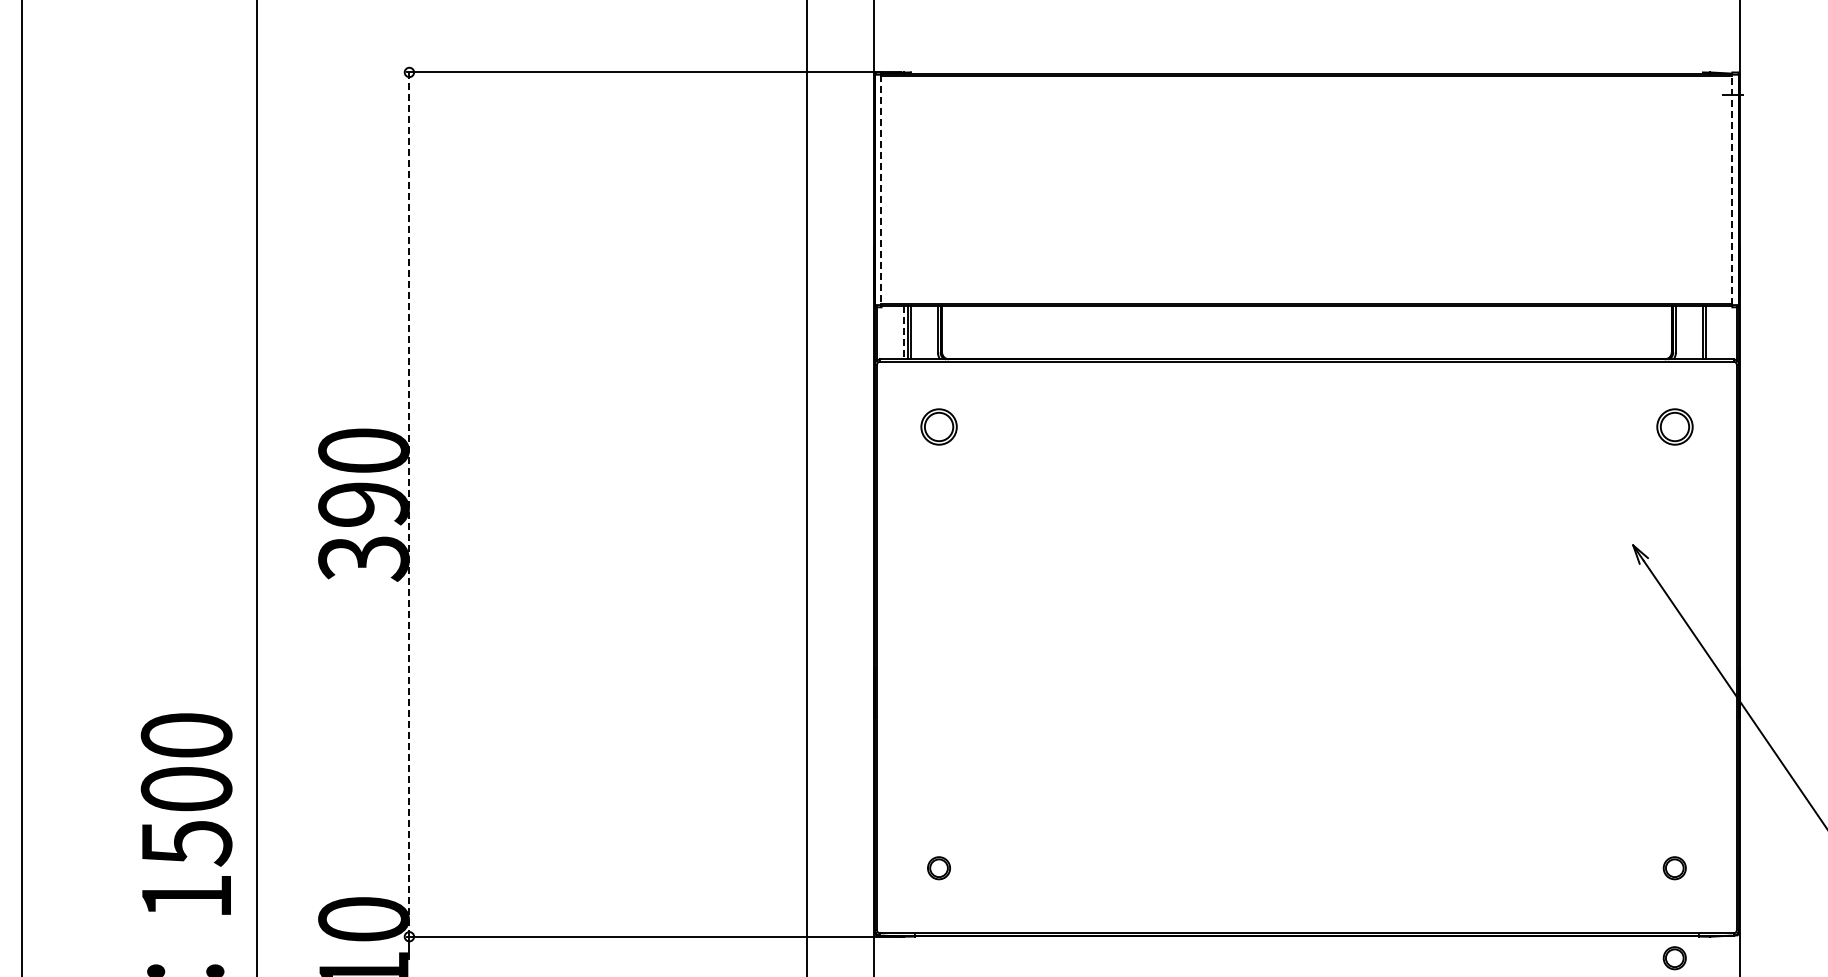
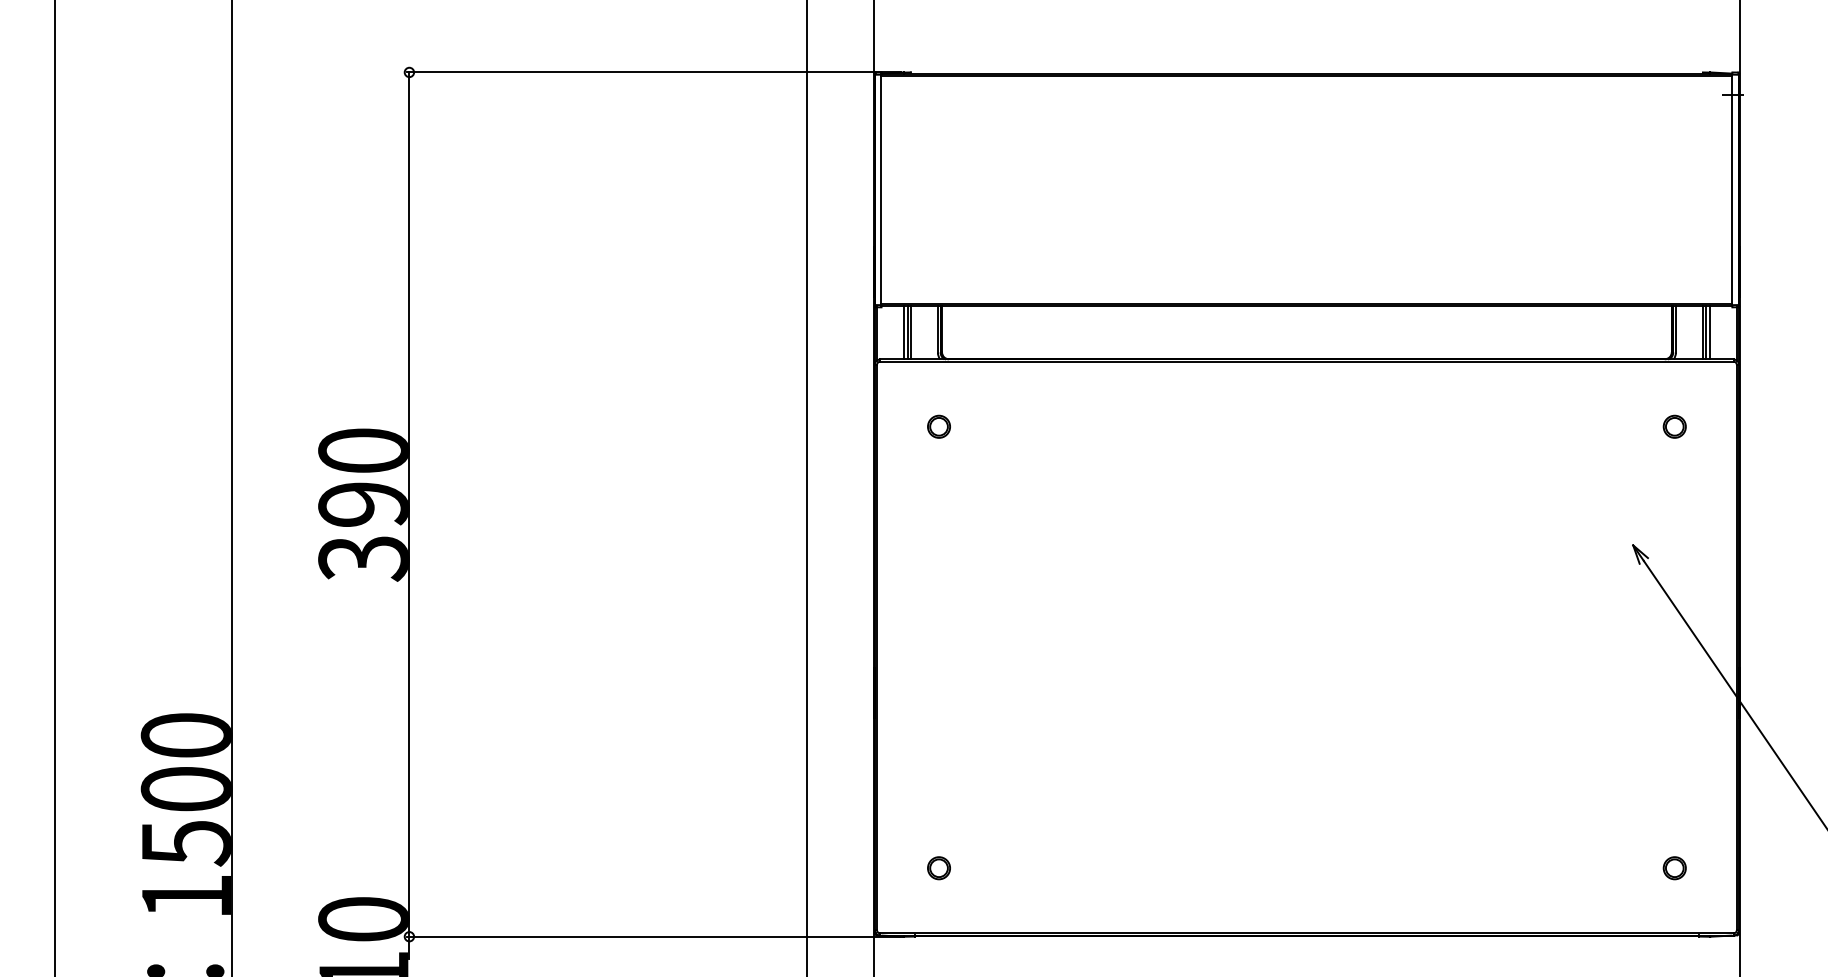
line at (1732, 189): dashed -> solid
line at (881, 190): dashed -> solid
line at (903, 332): dashed -> solid
line at (1710, 332): none -> present
part at (938, 426) size: 38x38 px -> 24x25 px
part at (1674, 426) size: 38x38 px -> 25x25 px
line at (21, 487) position: (21, 487) -> (54, 487)
line at (257, 487) position: (257, 487) -> (232, 487)
line at (409, 504): dashed -> solid
part at (1674, 958): present -> none
